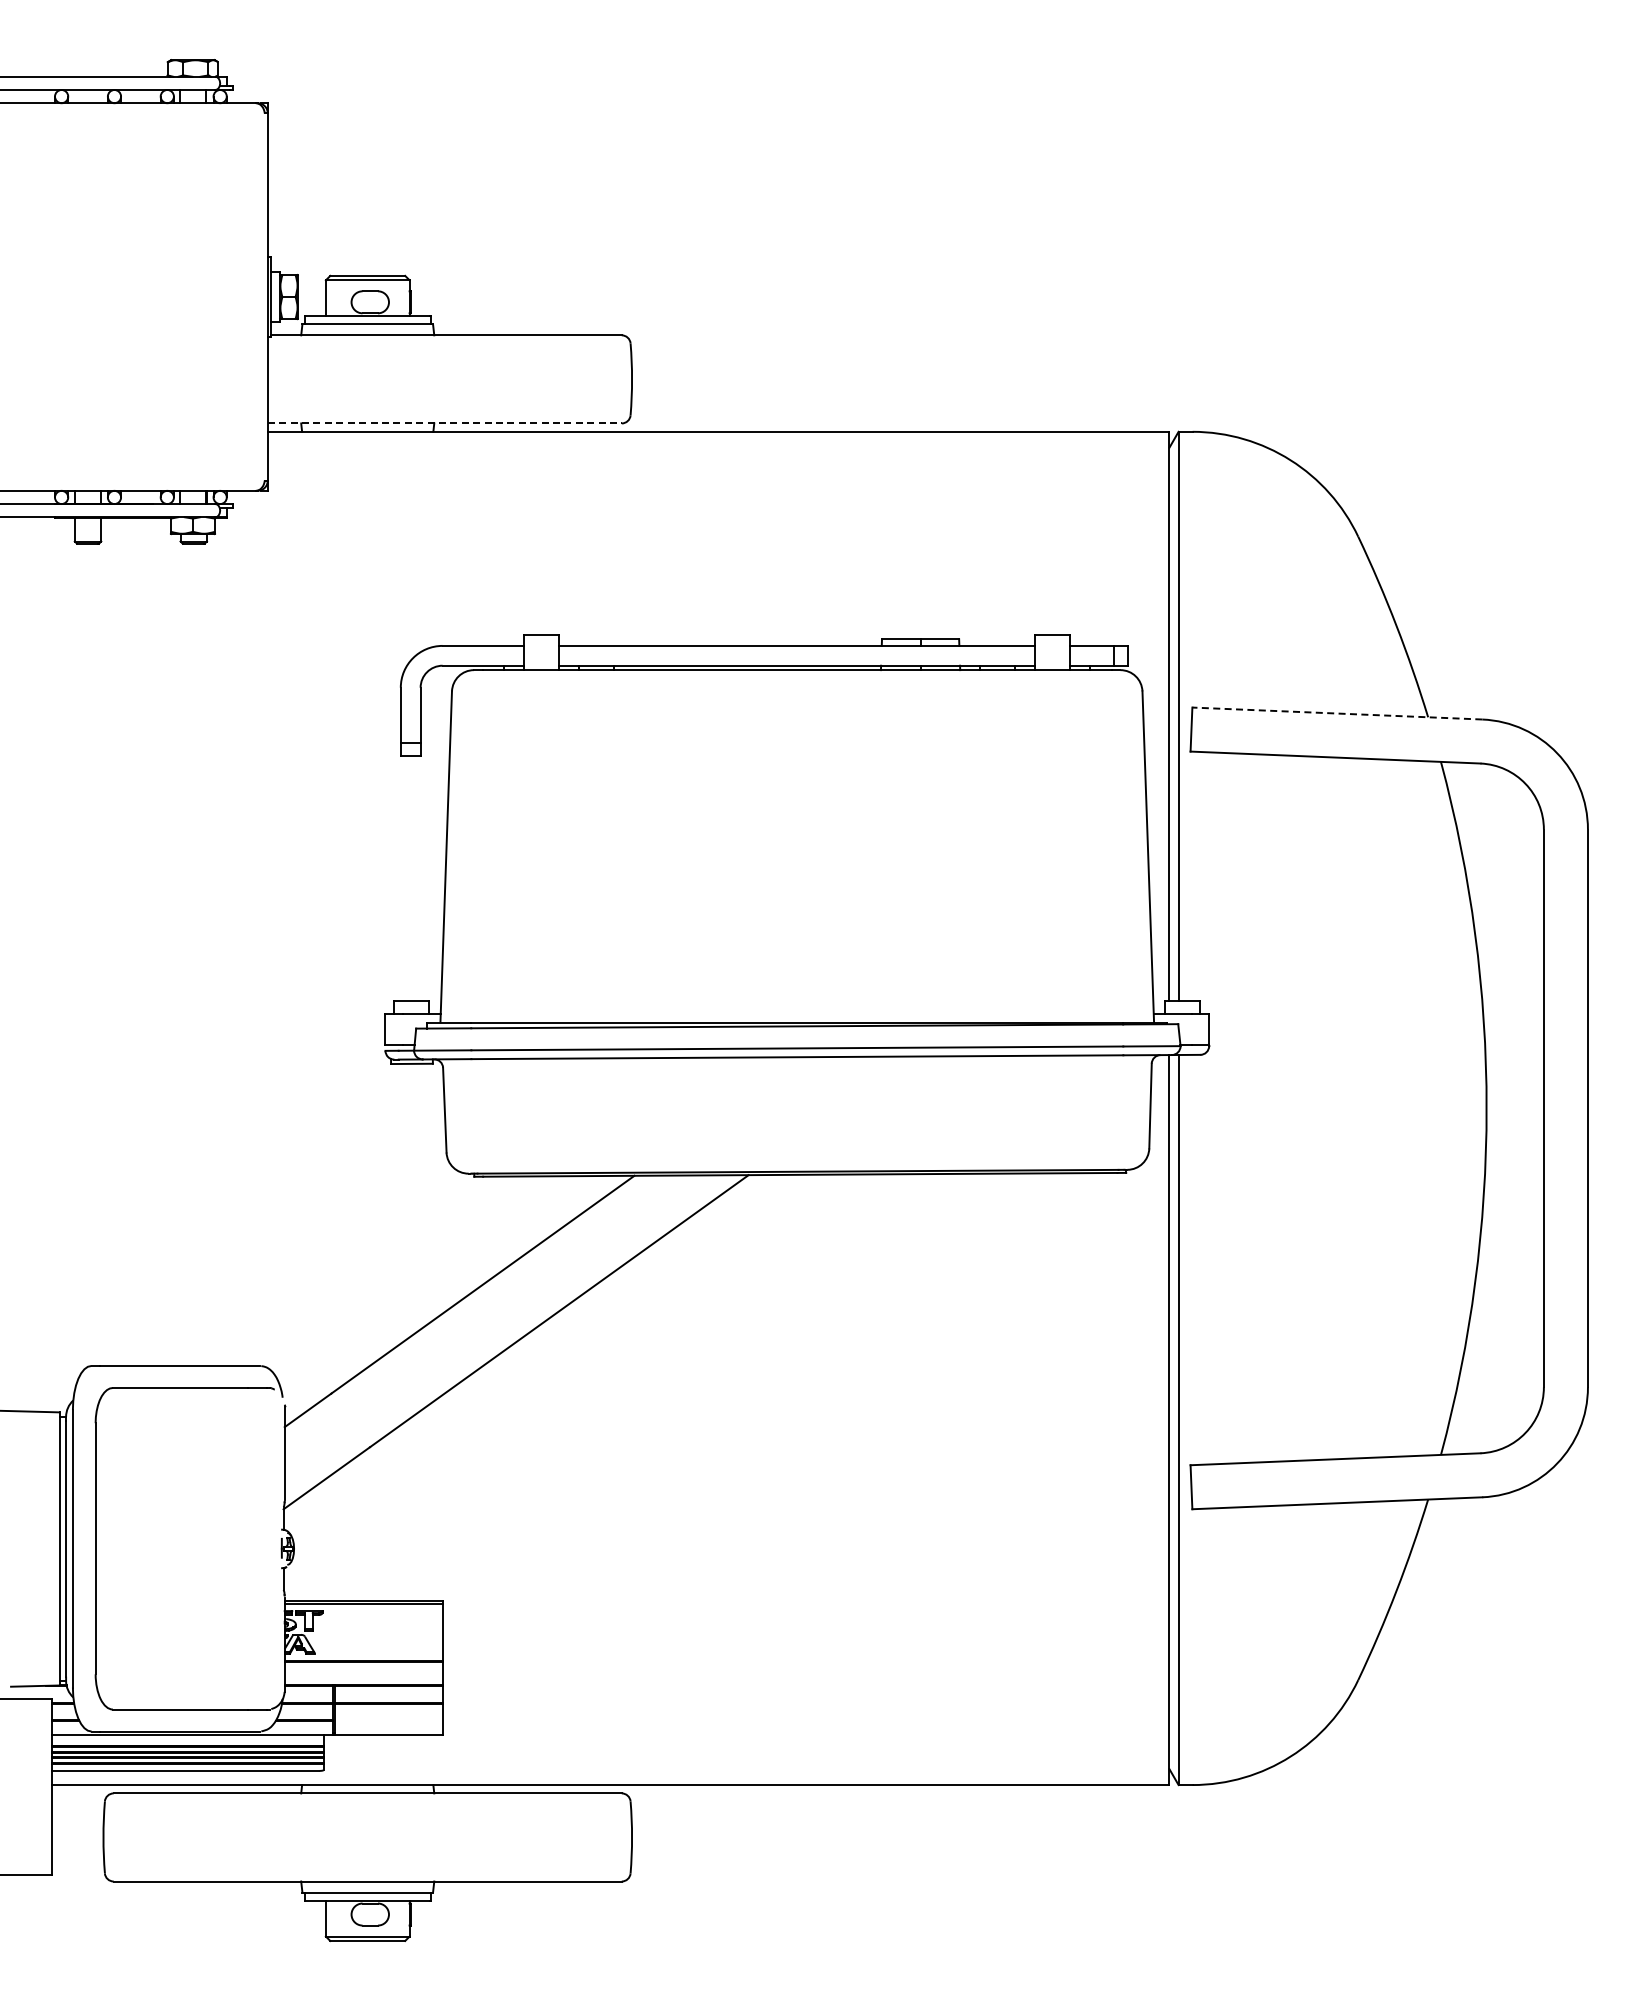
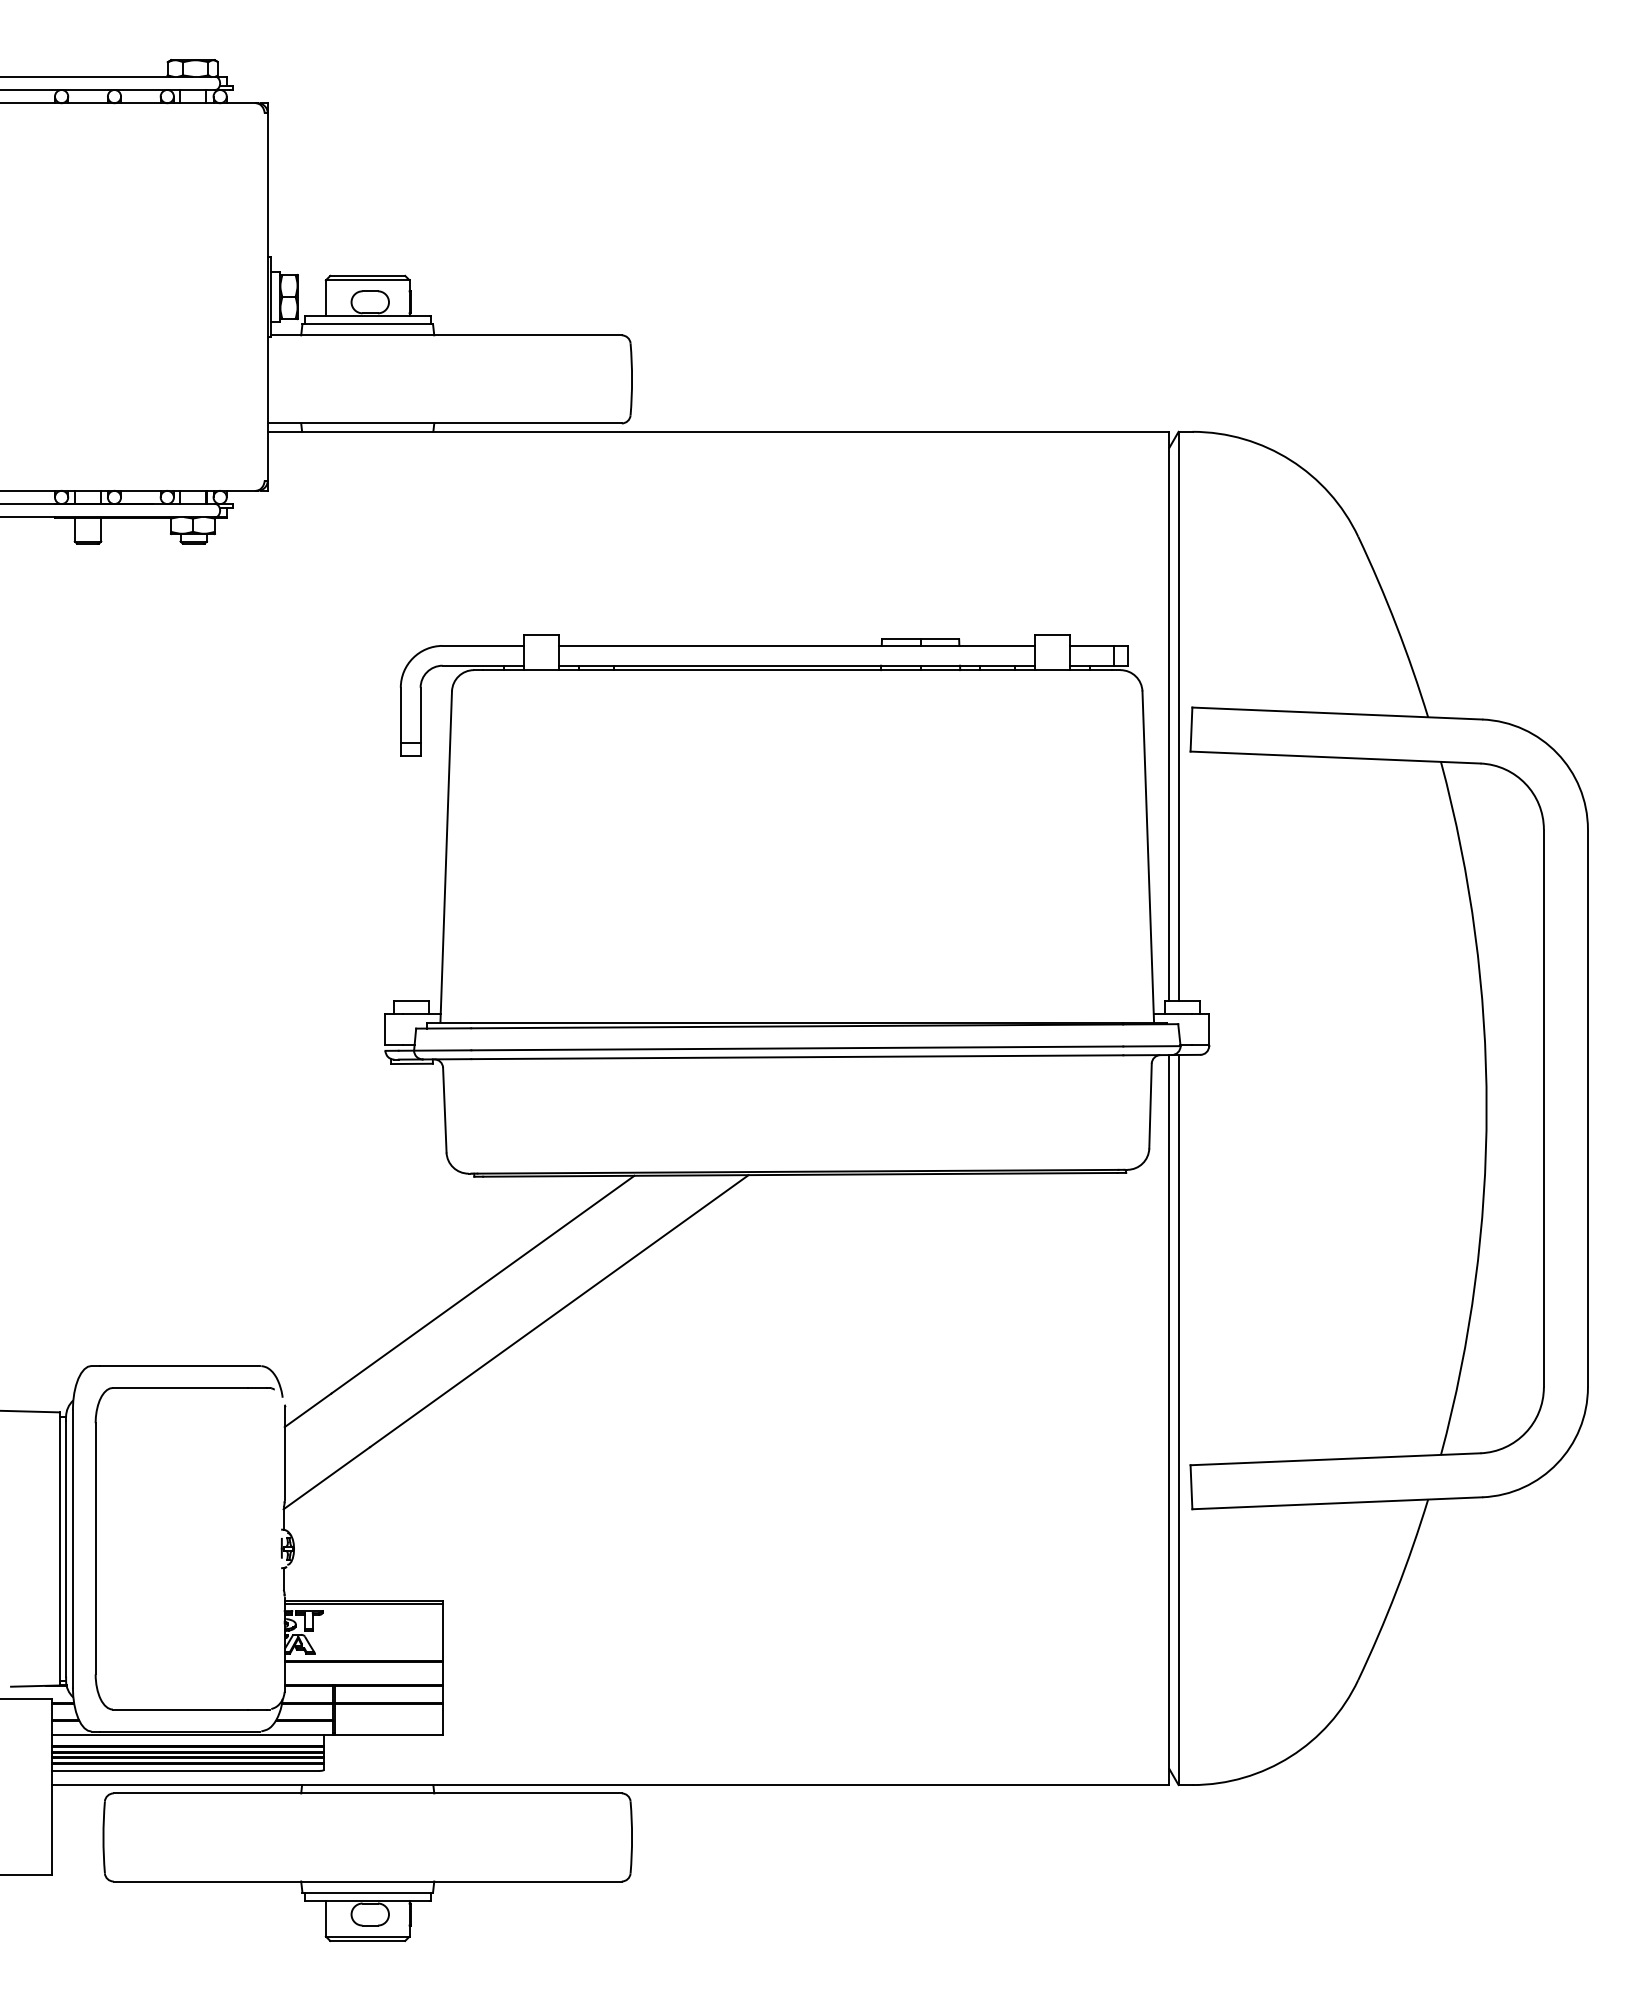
line at (444, 423): dashed -> solid
line at (1336, 713): dashed -> solid
